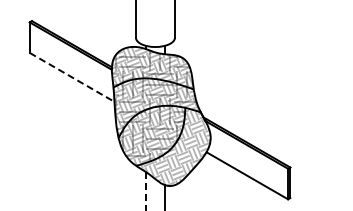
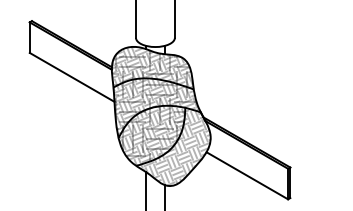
line at (72, 77): dashed -> solid
line at (145, 191): dashed -> solid
